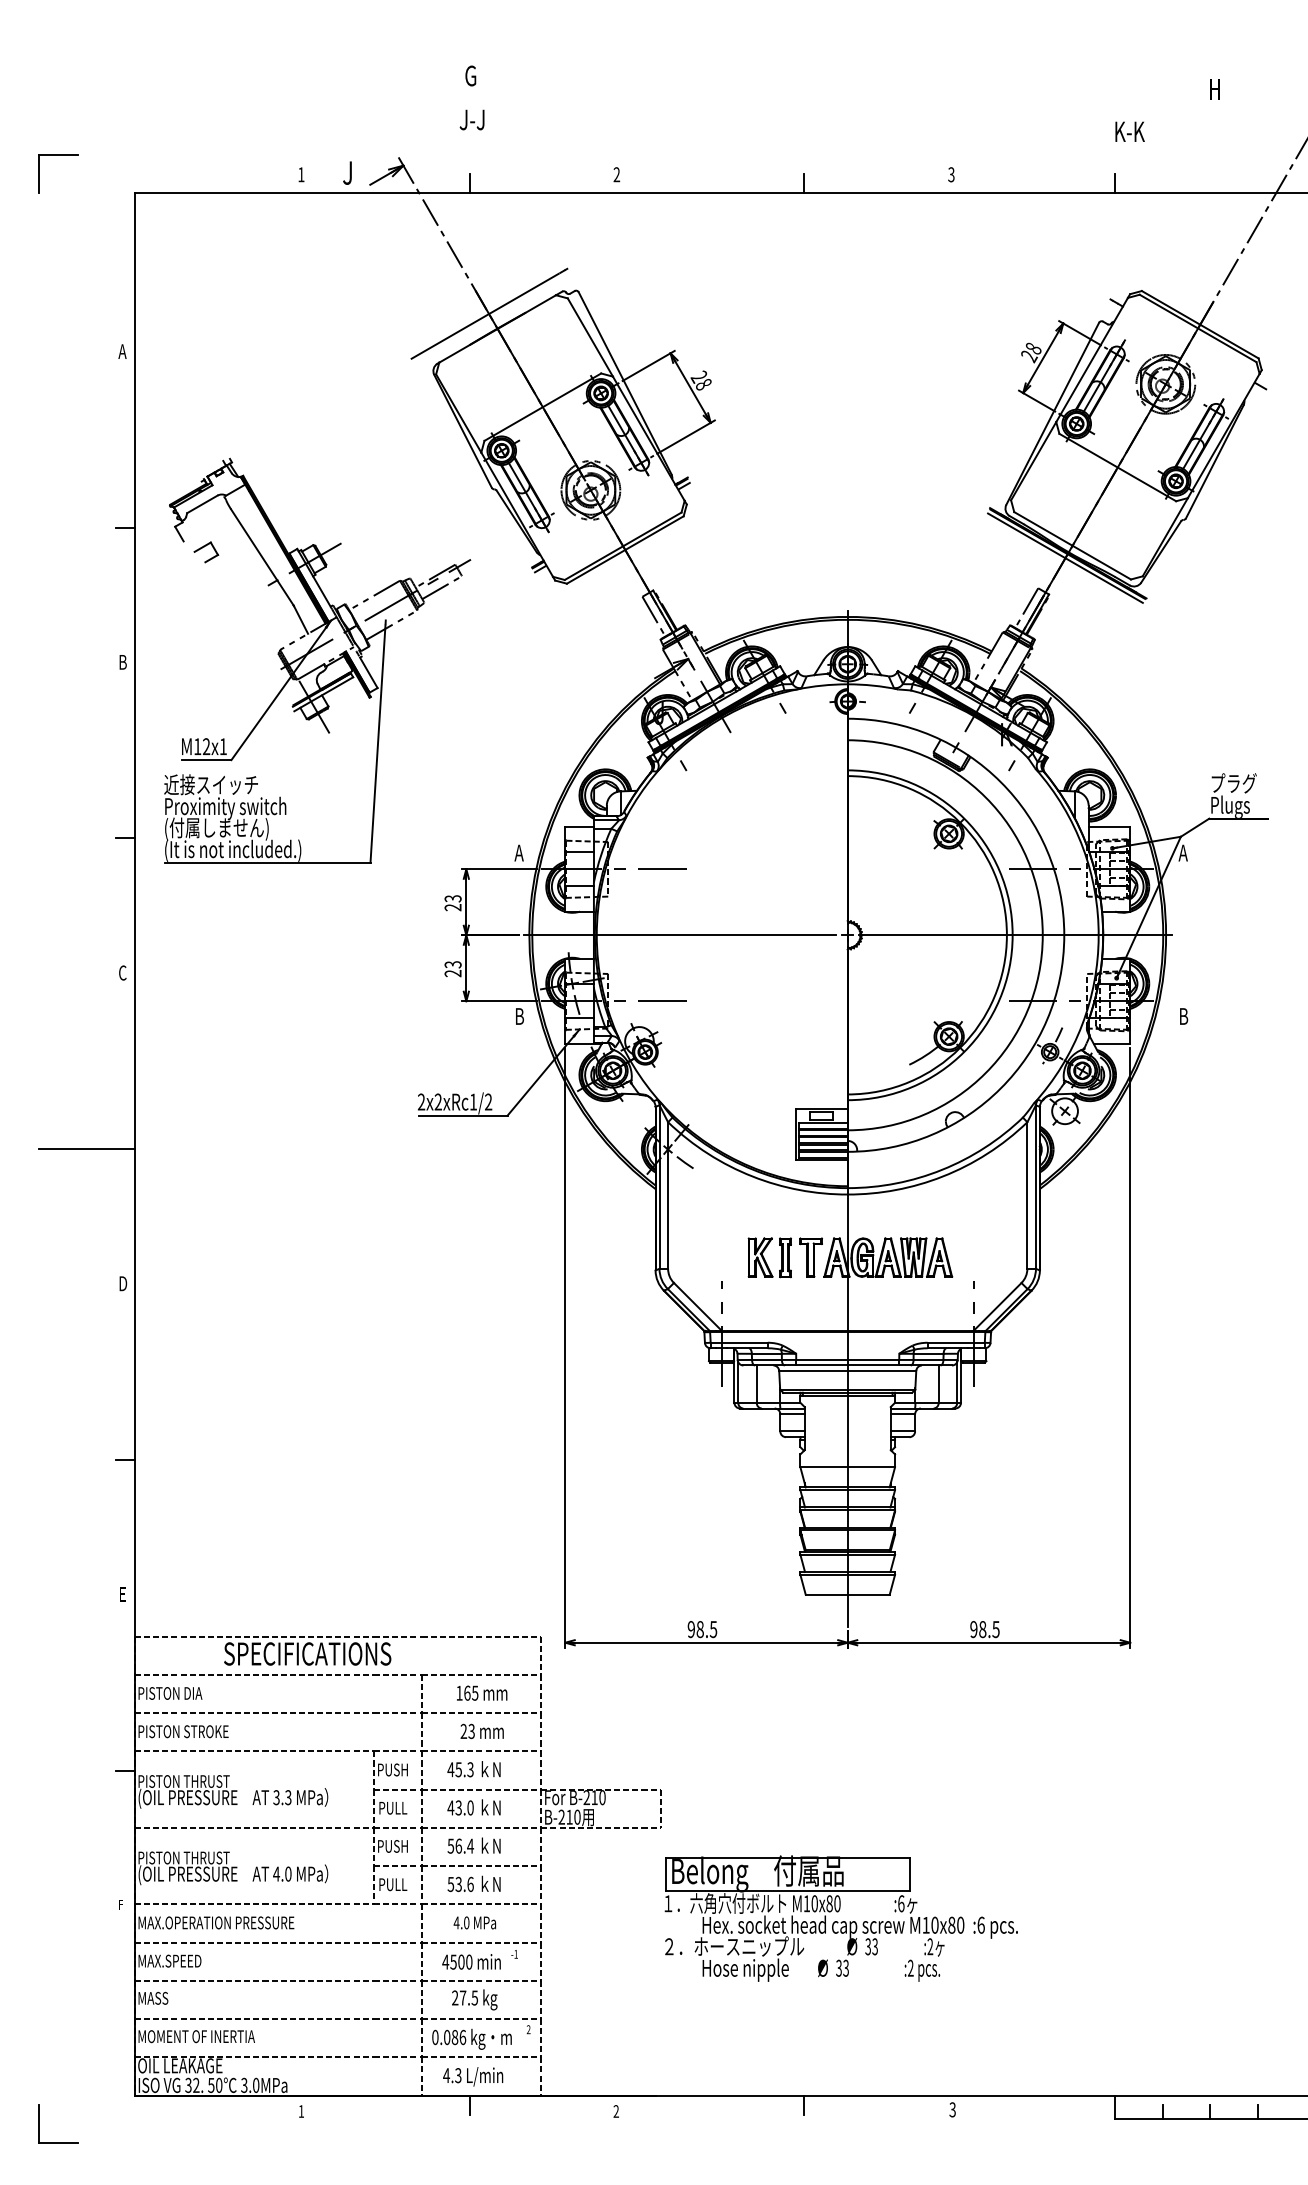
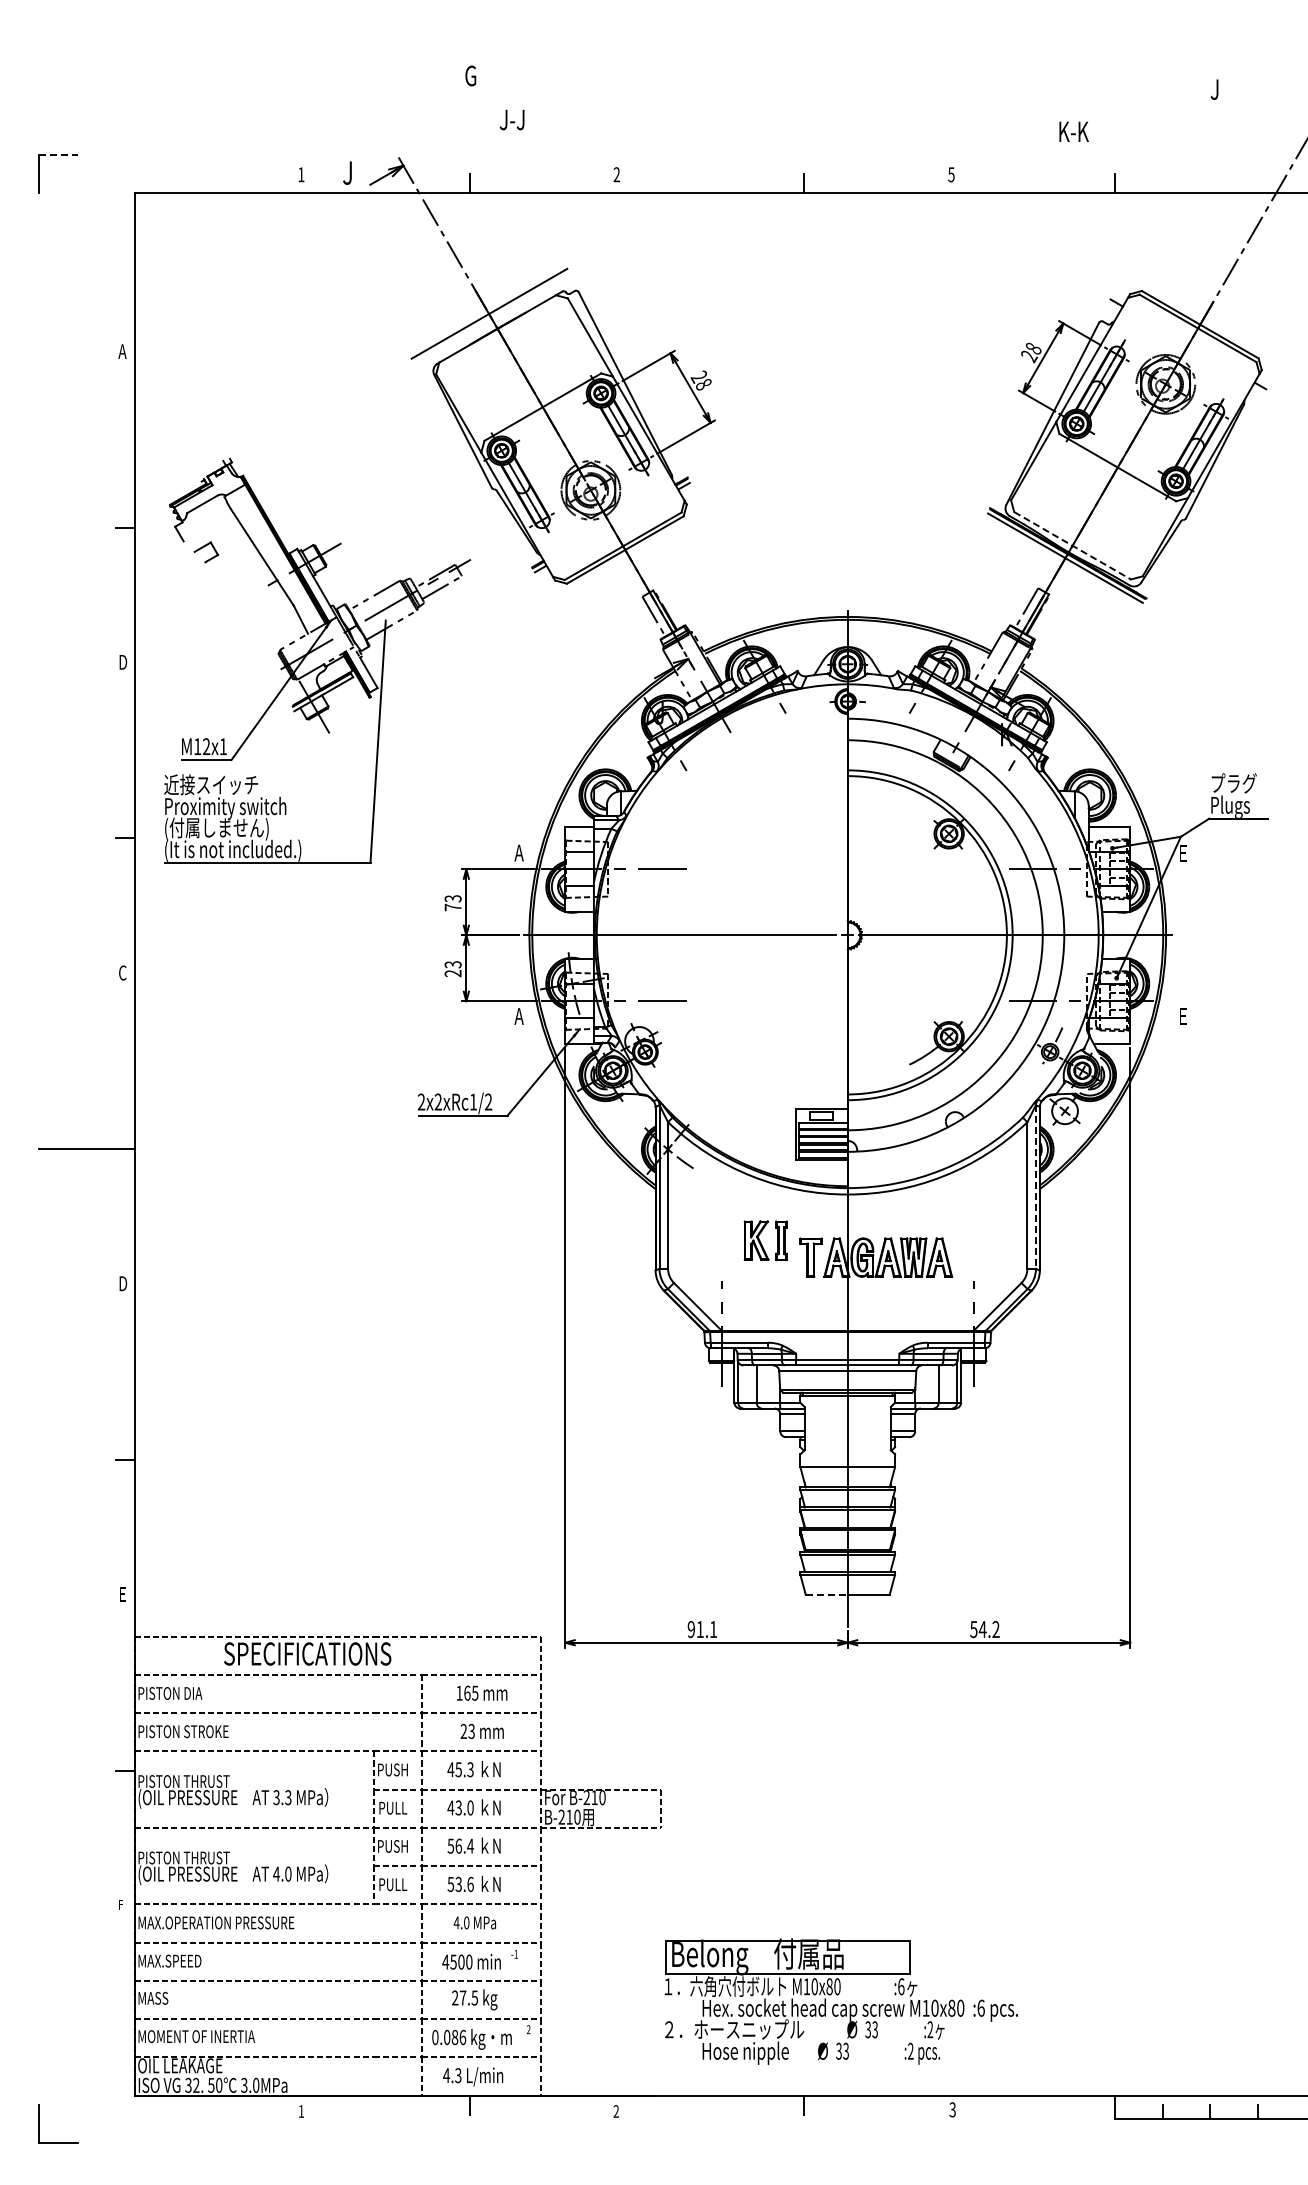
text at (1214, 89): H -> J
text at (471, 119) position: (471, 119) -> (511, 119)
text at (1129, 131) position: (1129, 131) -> (1073, 131)
line at (58, 154): solid -> dashed
text at (951, 174): 3 -> 5
line at (1073, 546): solid -> dashed
text at (124, 662): B -> D
text at (1182, 852): A -> E
text at (452, 907): 23 -> 73
text at (518, 1016): B -> A
text at (1184, 1016): B -> E
line at (1035, 1187): solid -> dashed
part at (769, 1257) position: (769, 1257) -> (765, 1240)
line at (826, 1594): solid -> dashed
text at (706, 1629): 98.5 -> 91.1
text at (984, 1629): 98.5 -> 54.2
part at (840, 1918) position: (840, 1918) -> (840, 2001)
